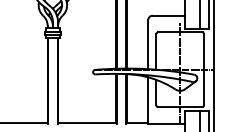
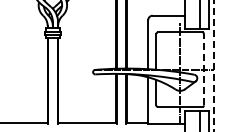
line at (213, 65): solid -> dashed
line at (204, 69): solid -> dashed
